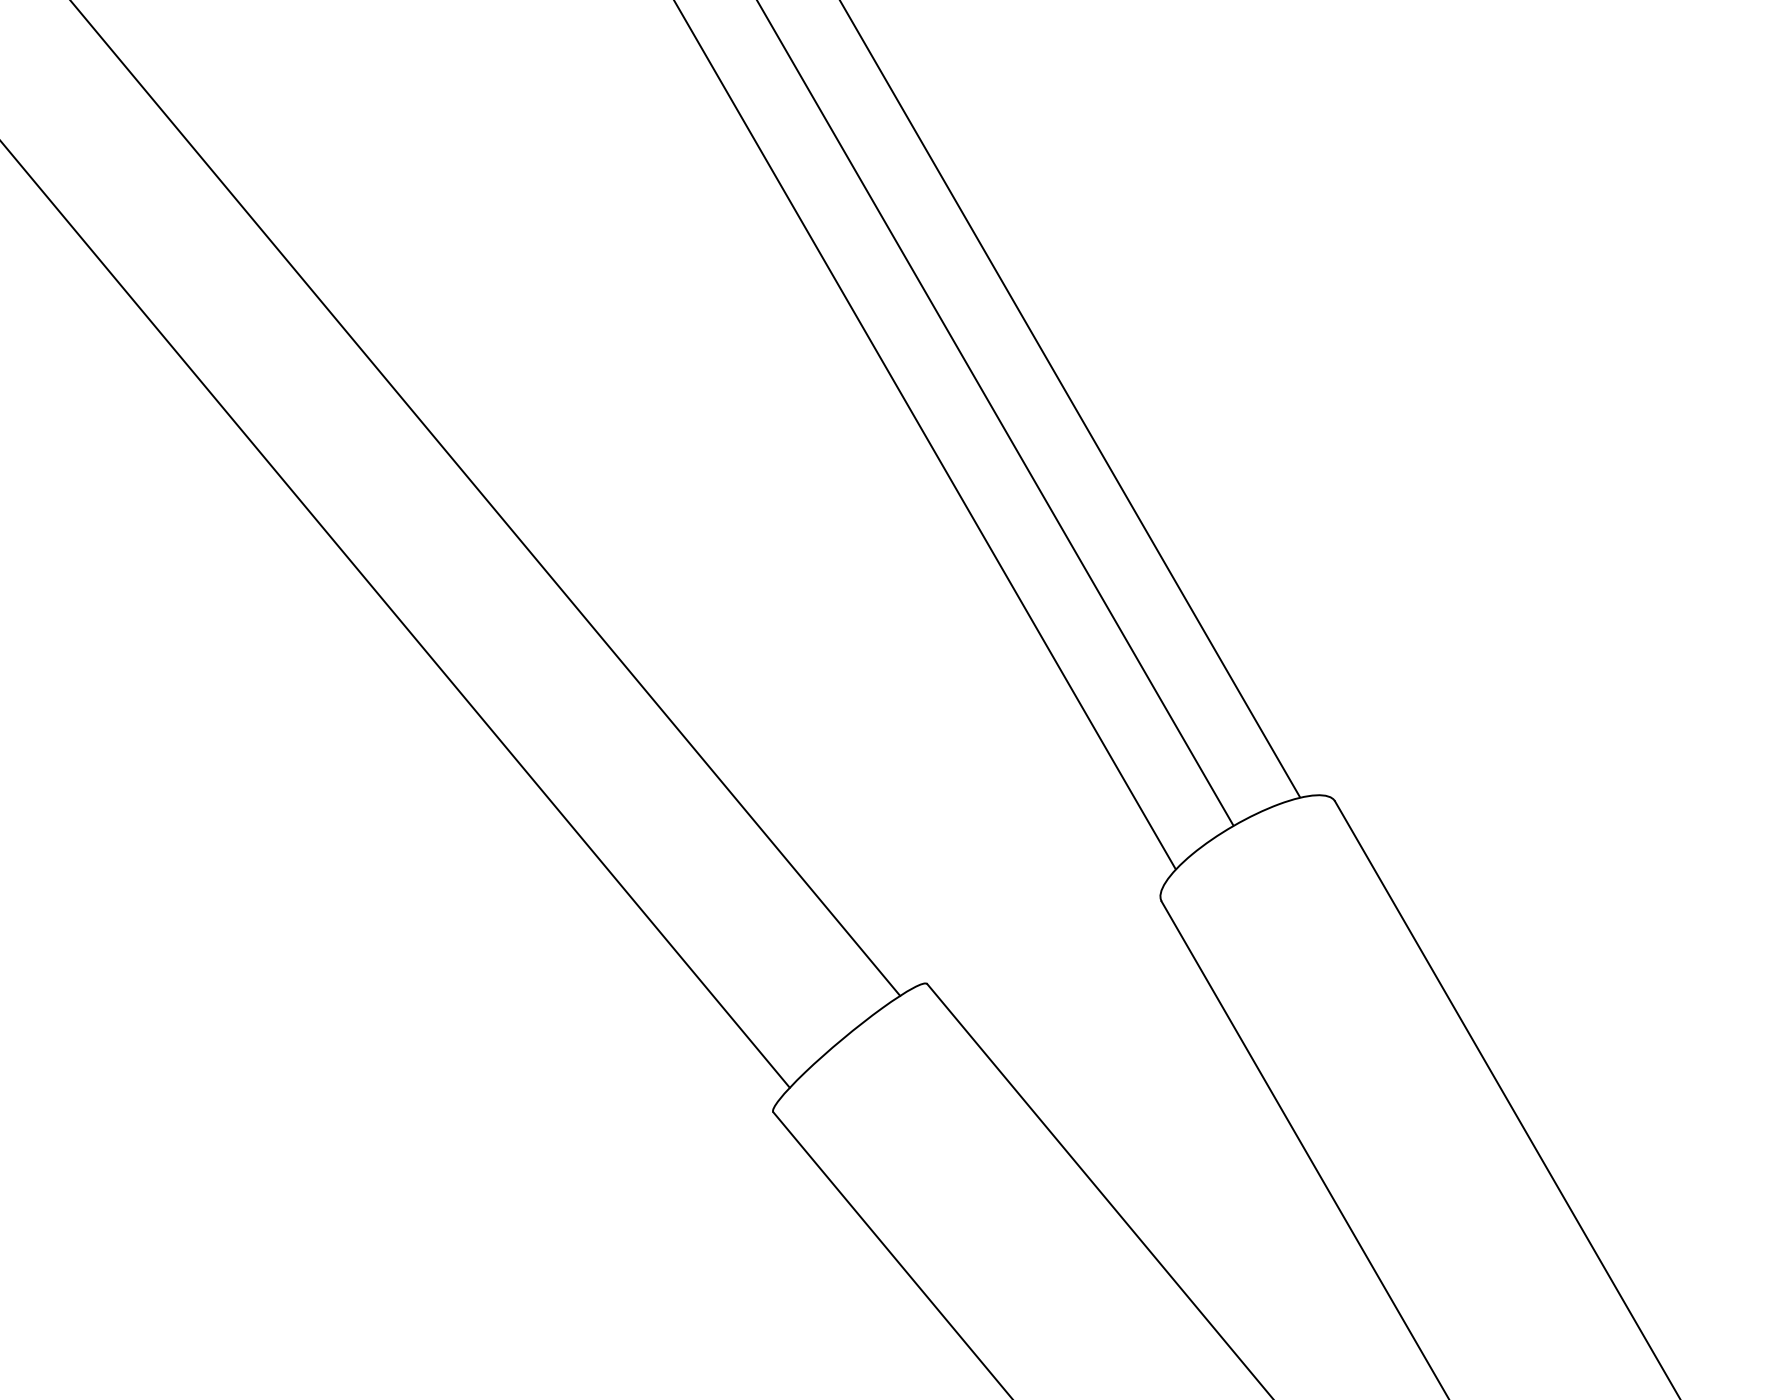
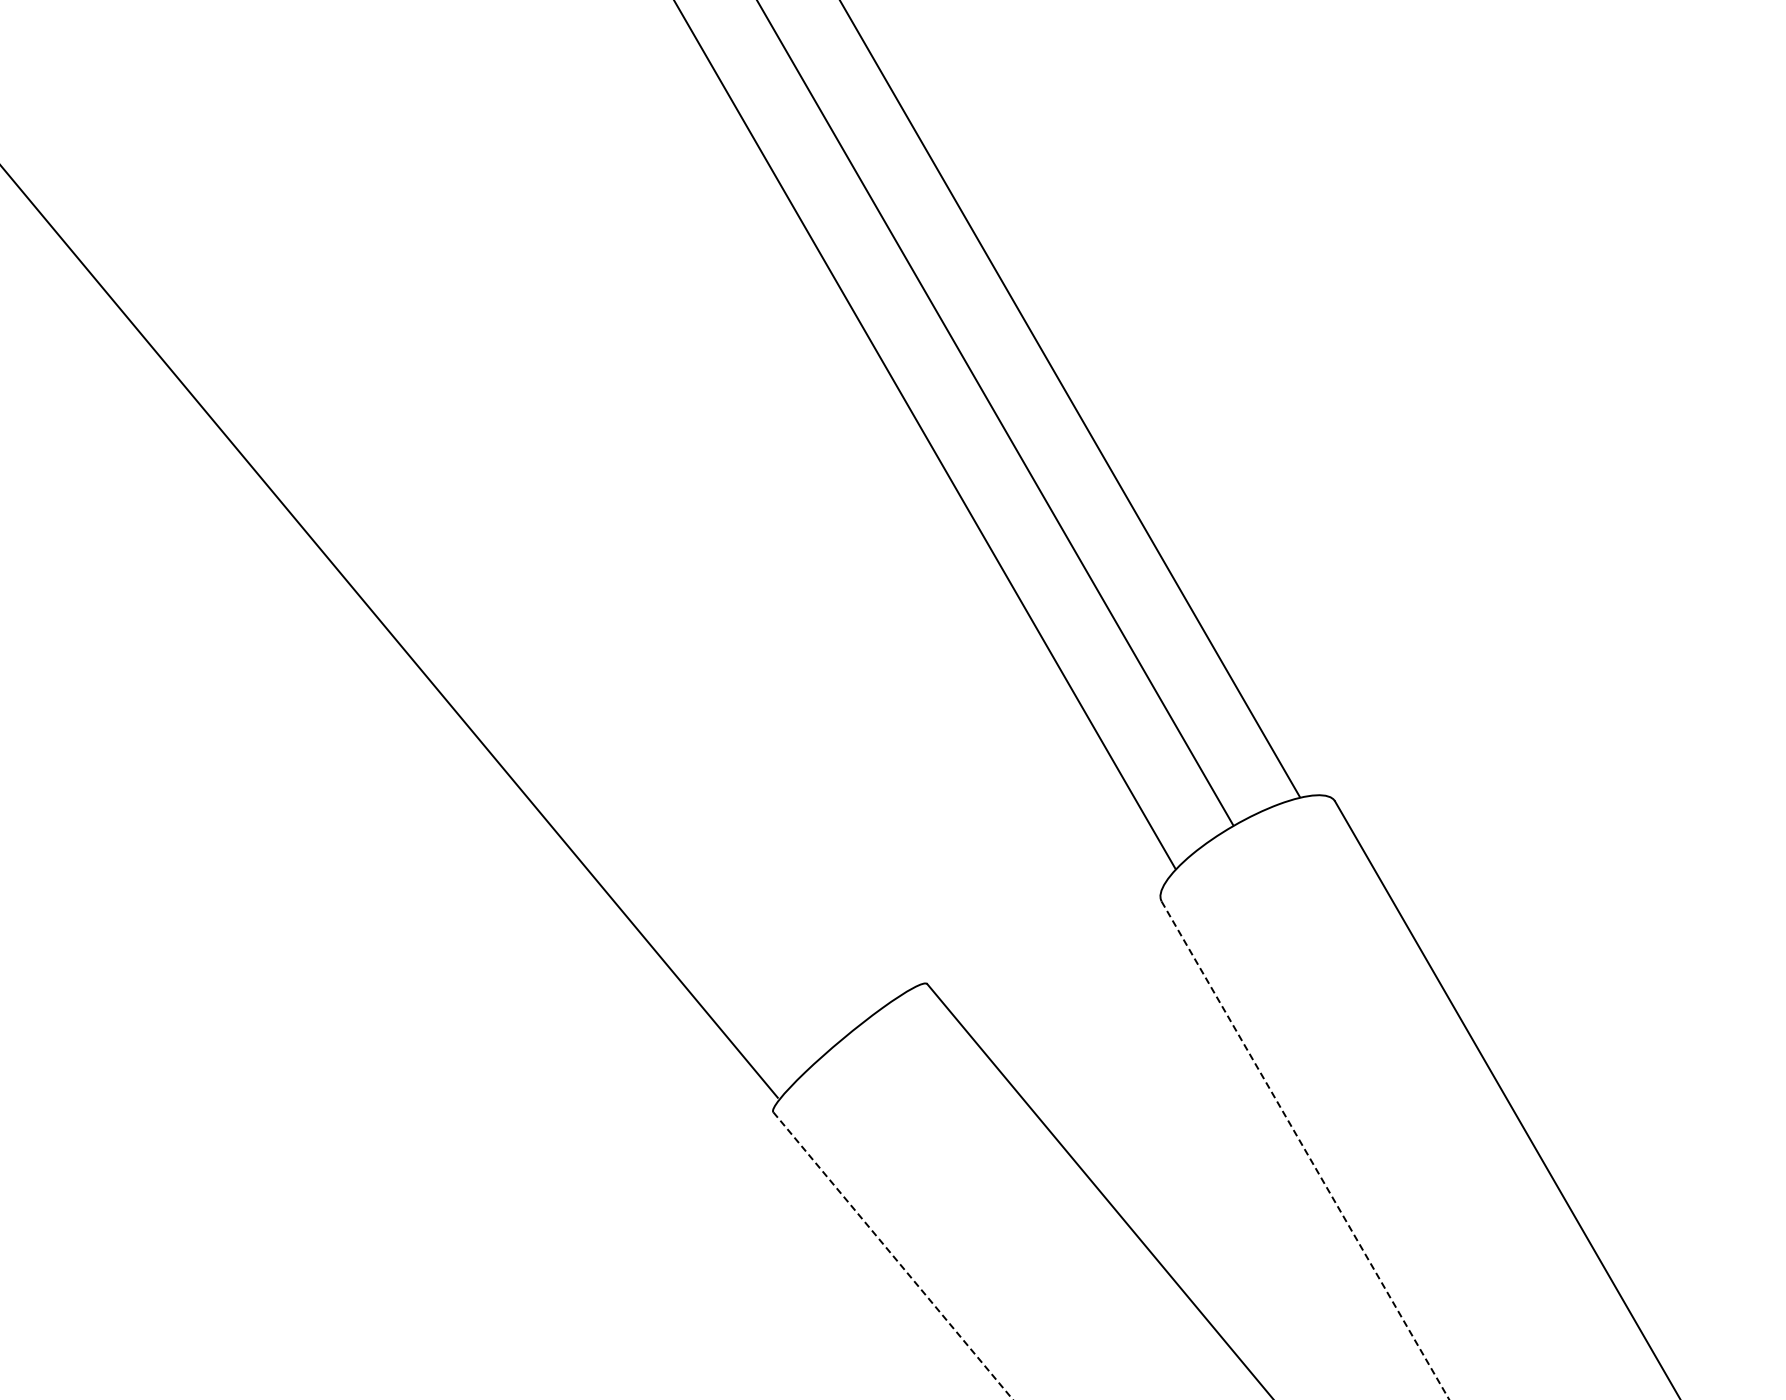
line at (486, 498): present -> none
line at (395, 614) position: (395, 614) -> (389, 632)
line at (1305, 1150): solid -> dashed
line at (893, 1255): solid -> dashed
